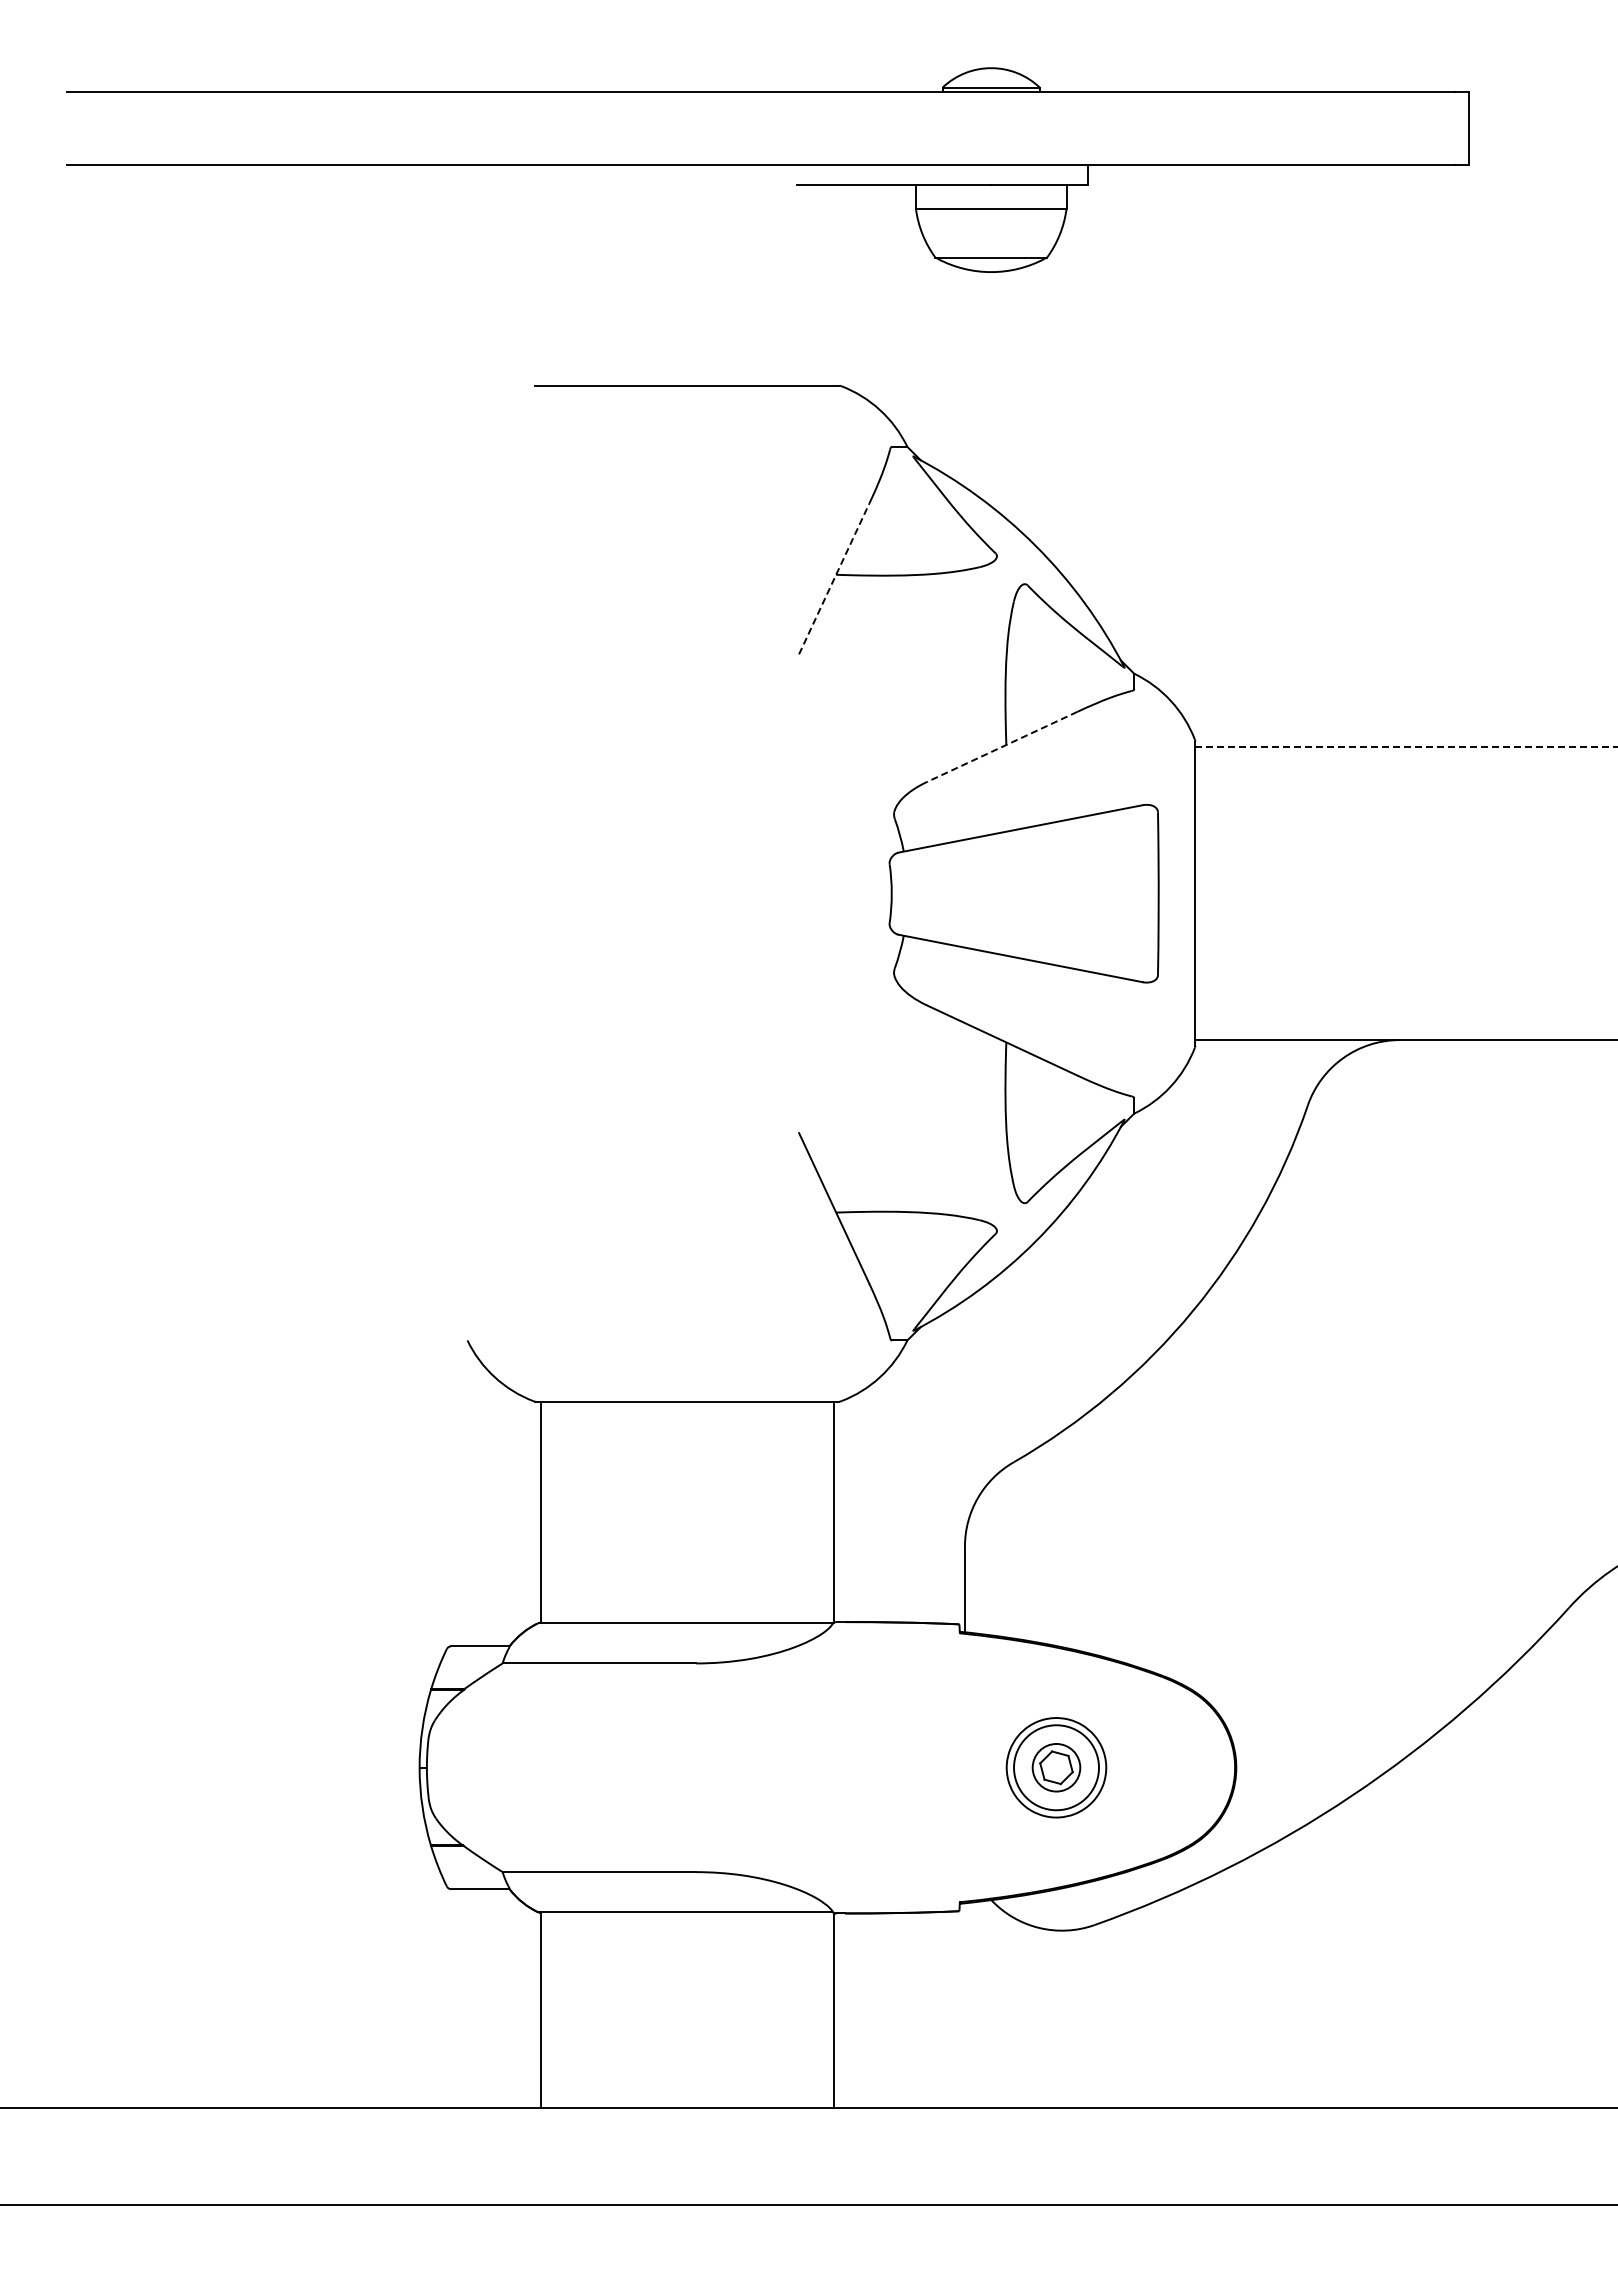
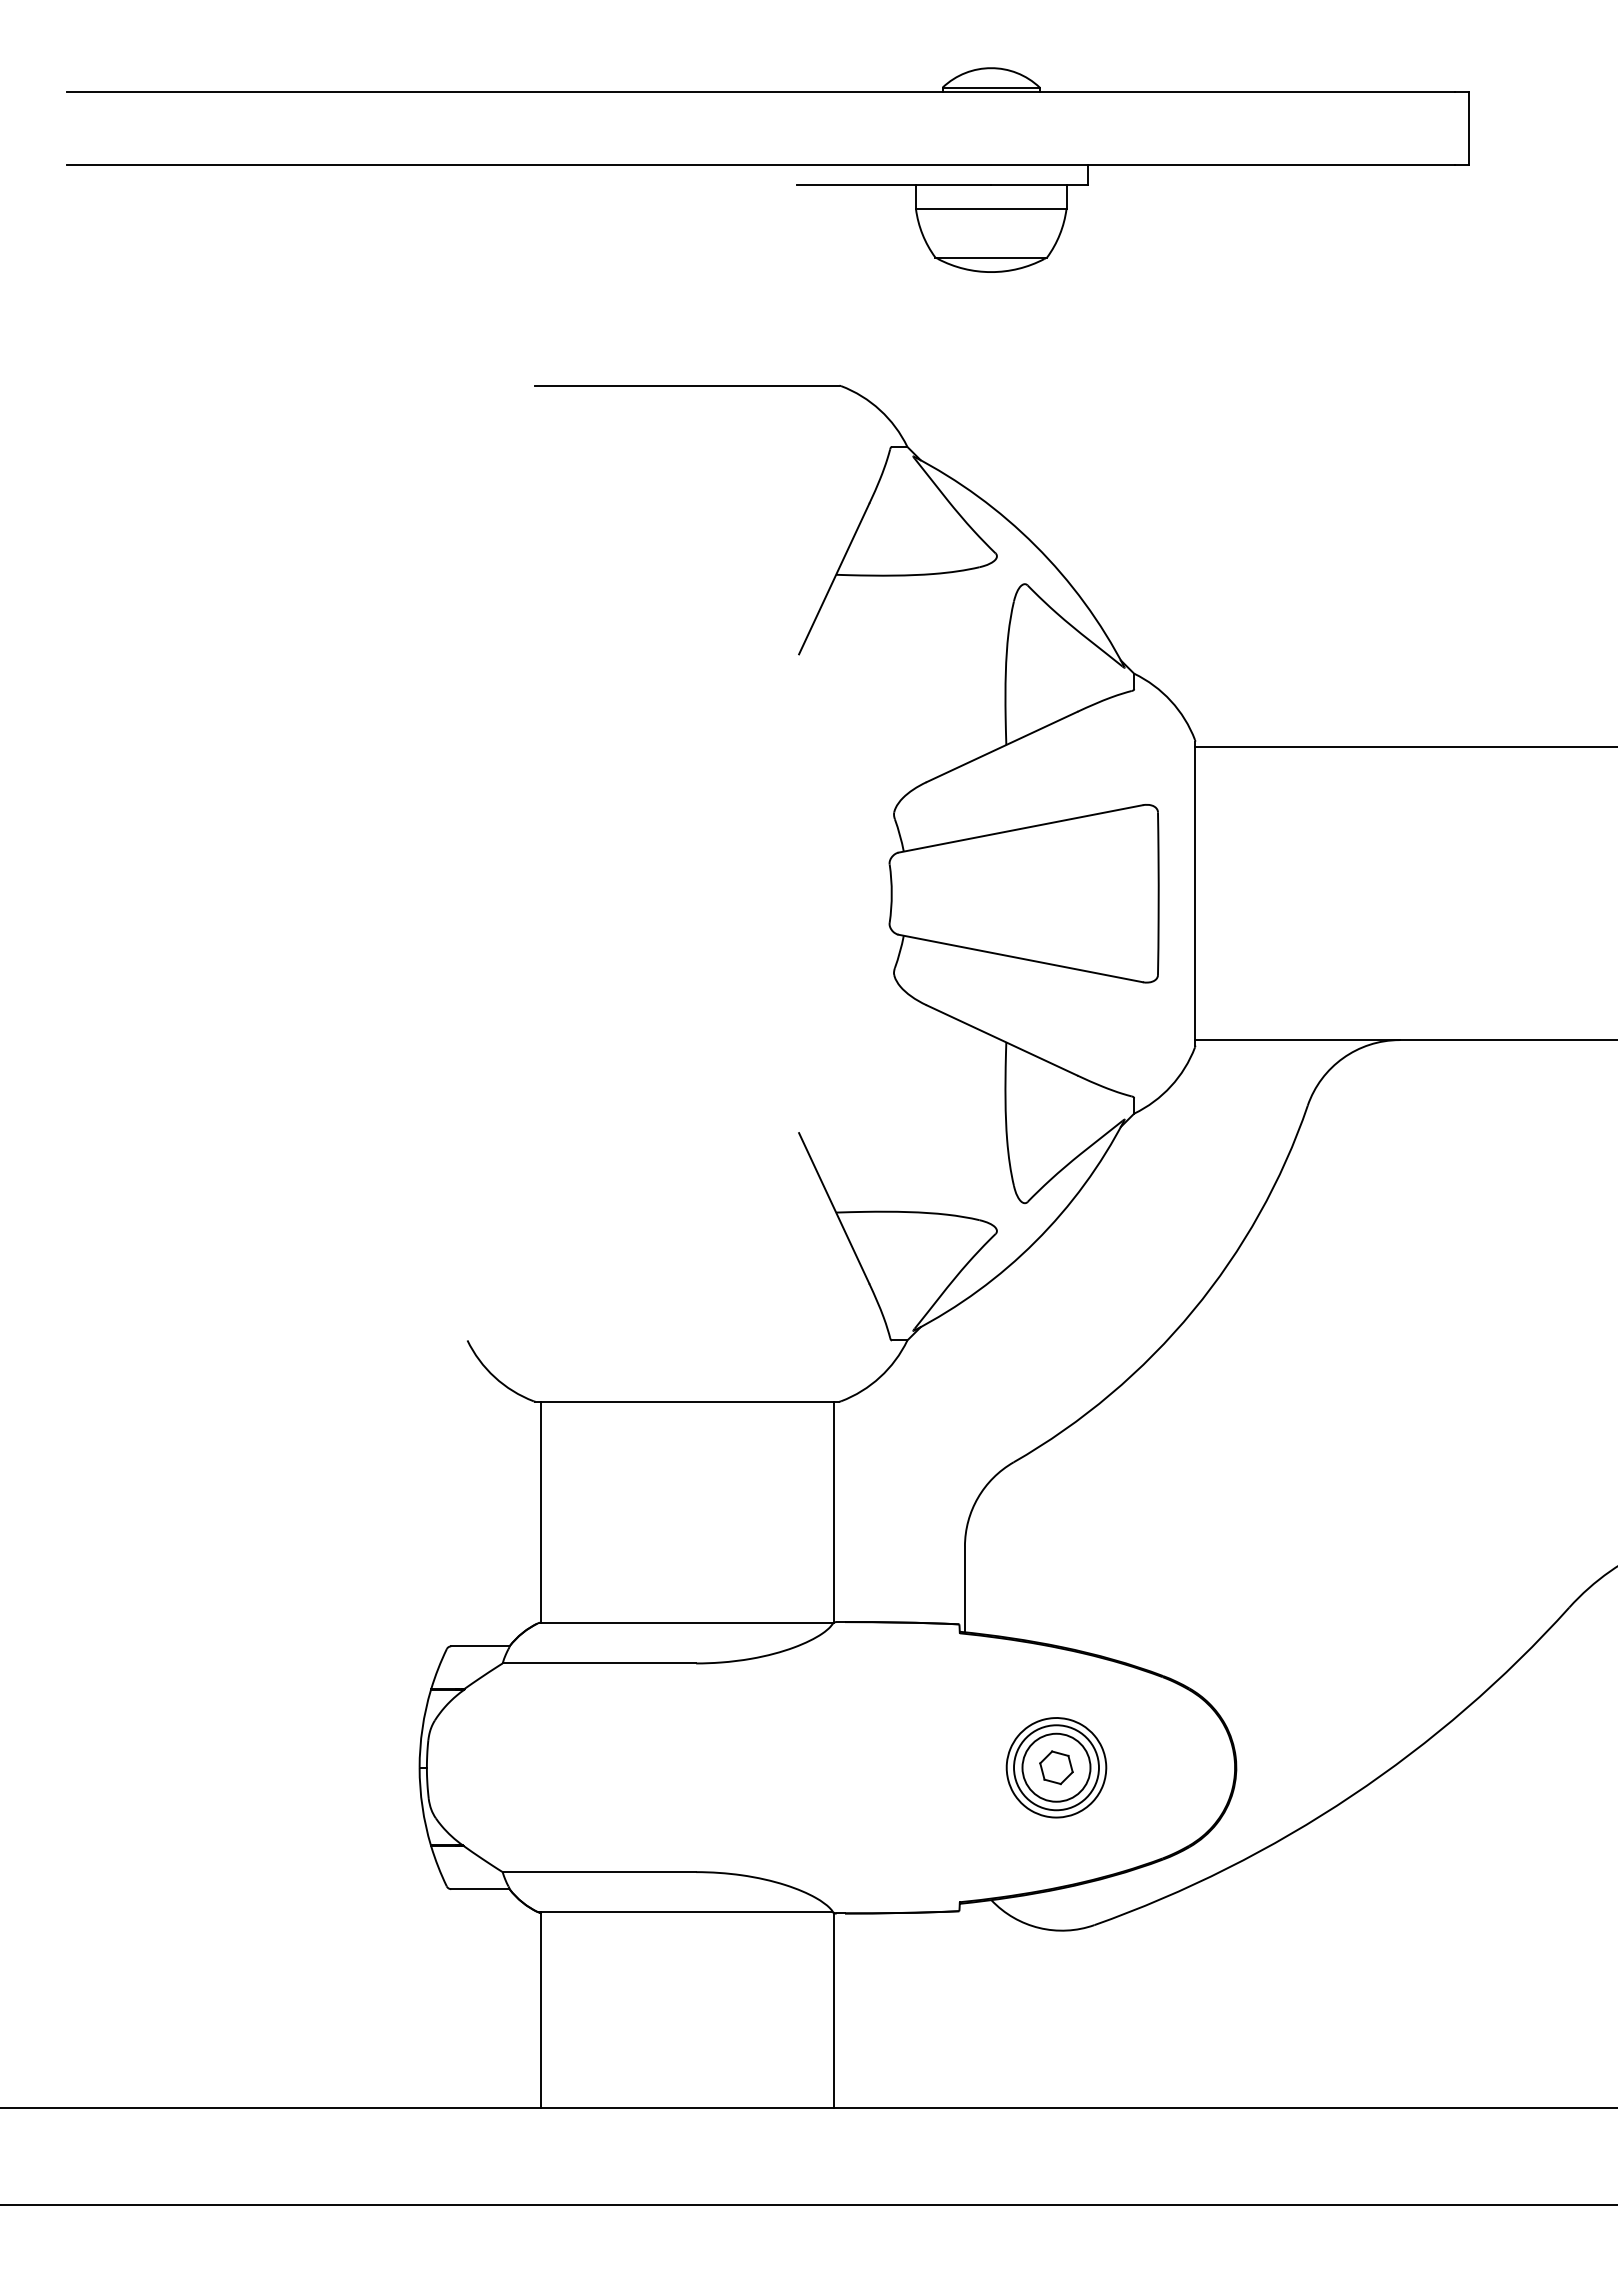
line at (834, 578): dashed -> solid
line at (1001, 747): dashed -> solid
line at (1406, 747): dashed -> solid
circle at (1056, 1767) diameter: 48 px -> 68 px
